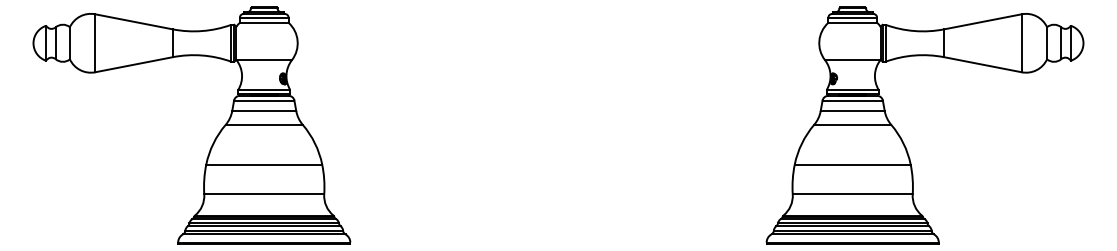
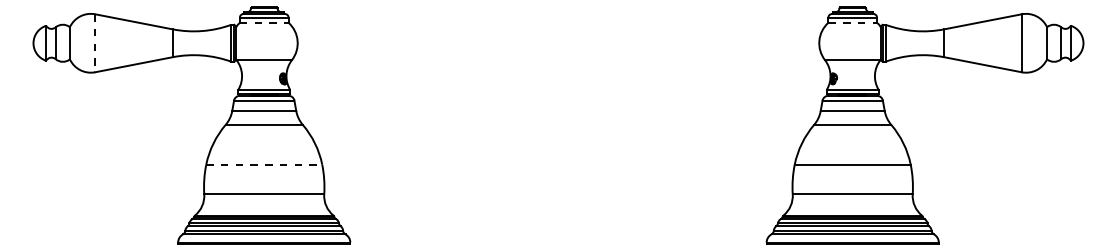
line at (264, 22): solid -> dashed
line at (853, 22): solid -> dashed
line at (95, 43): solid -> dashed
line at (264, 164): solid -> dashed
